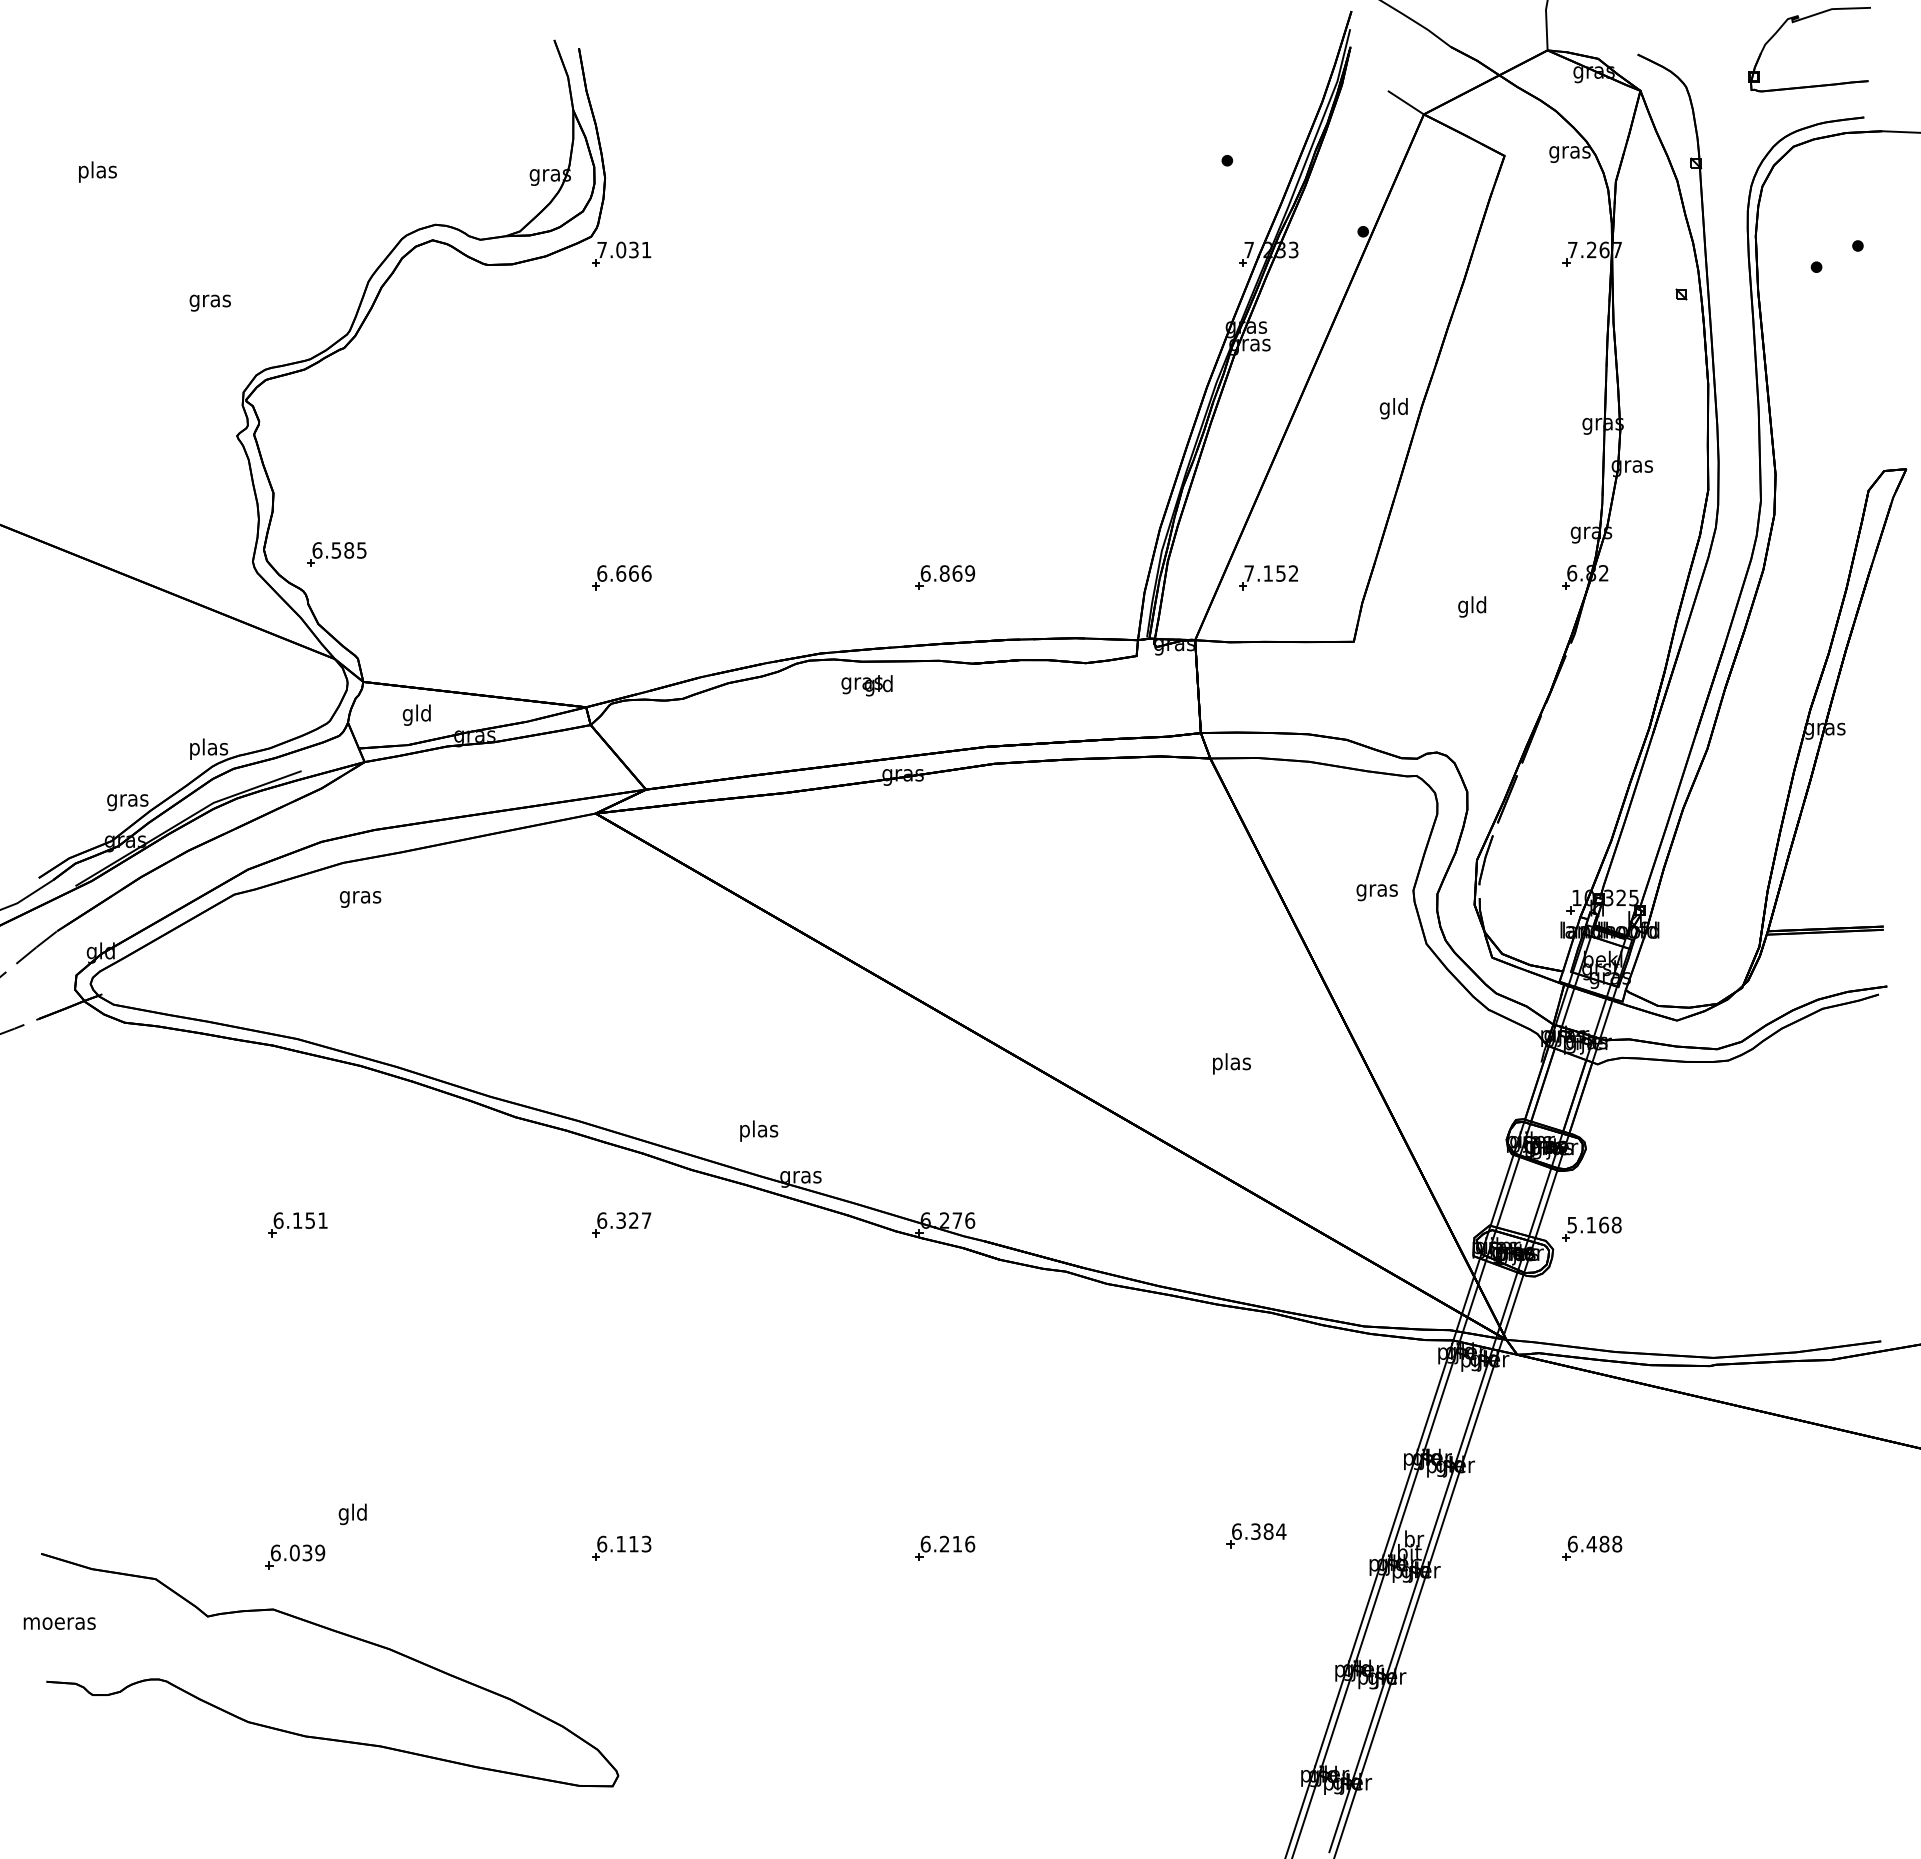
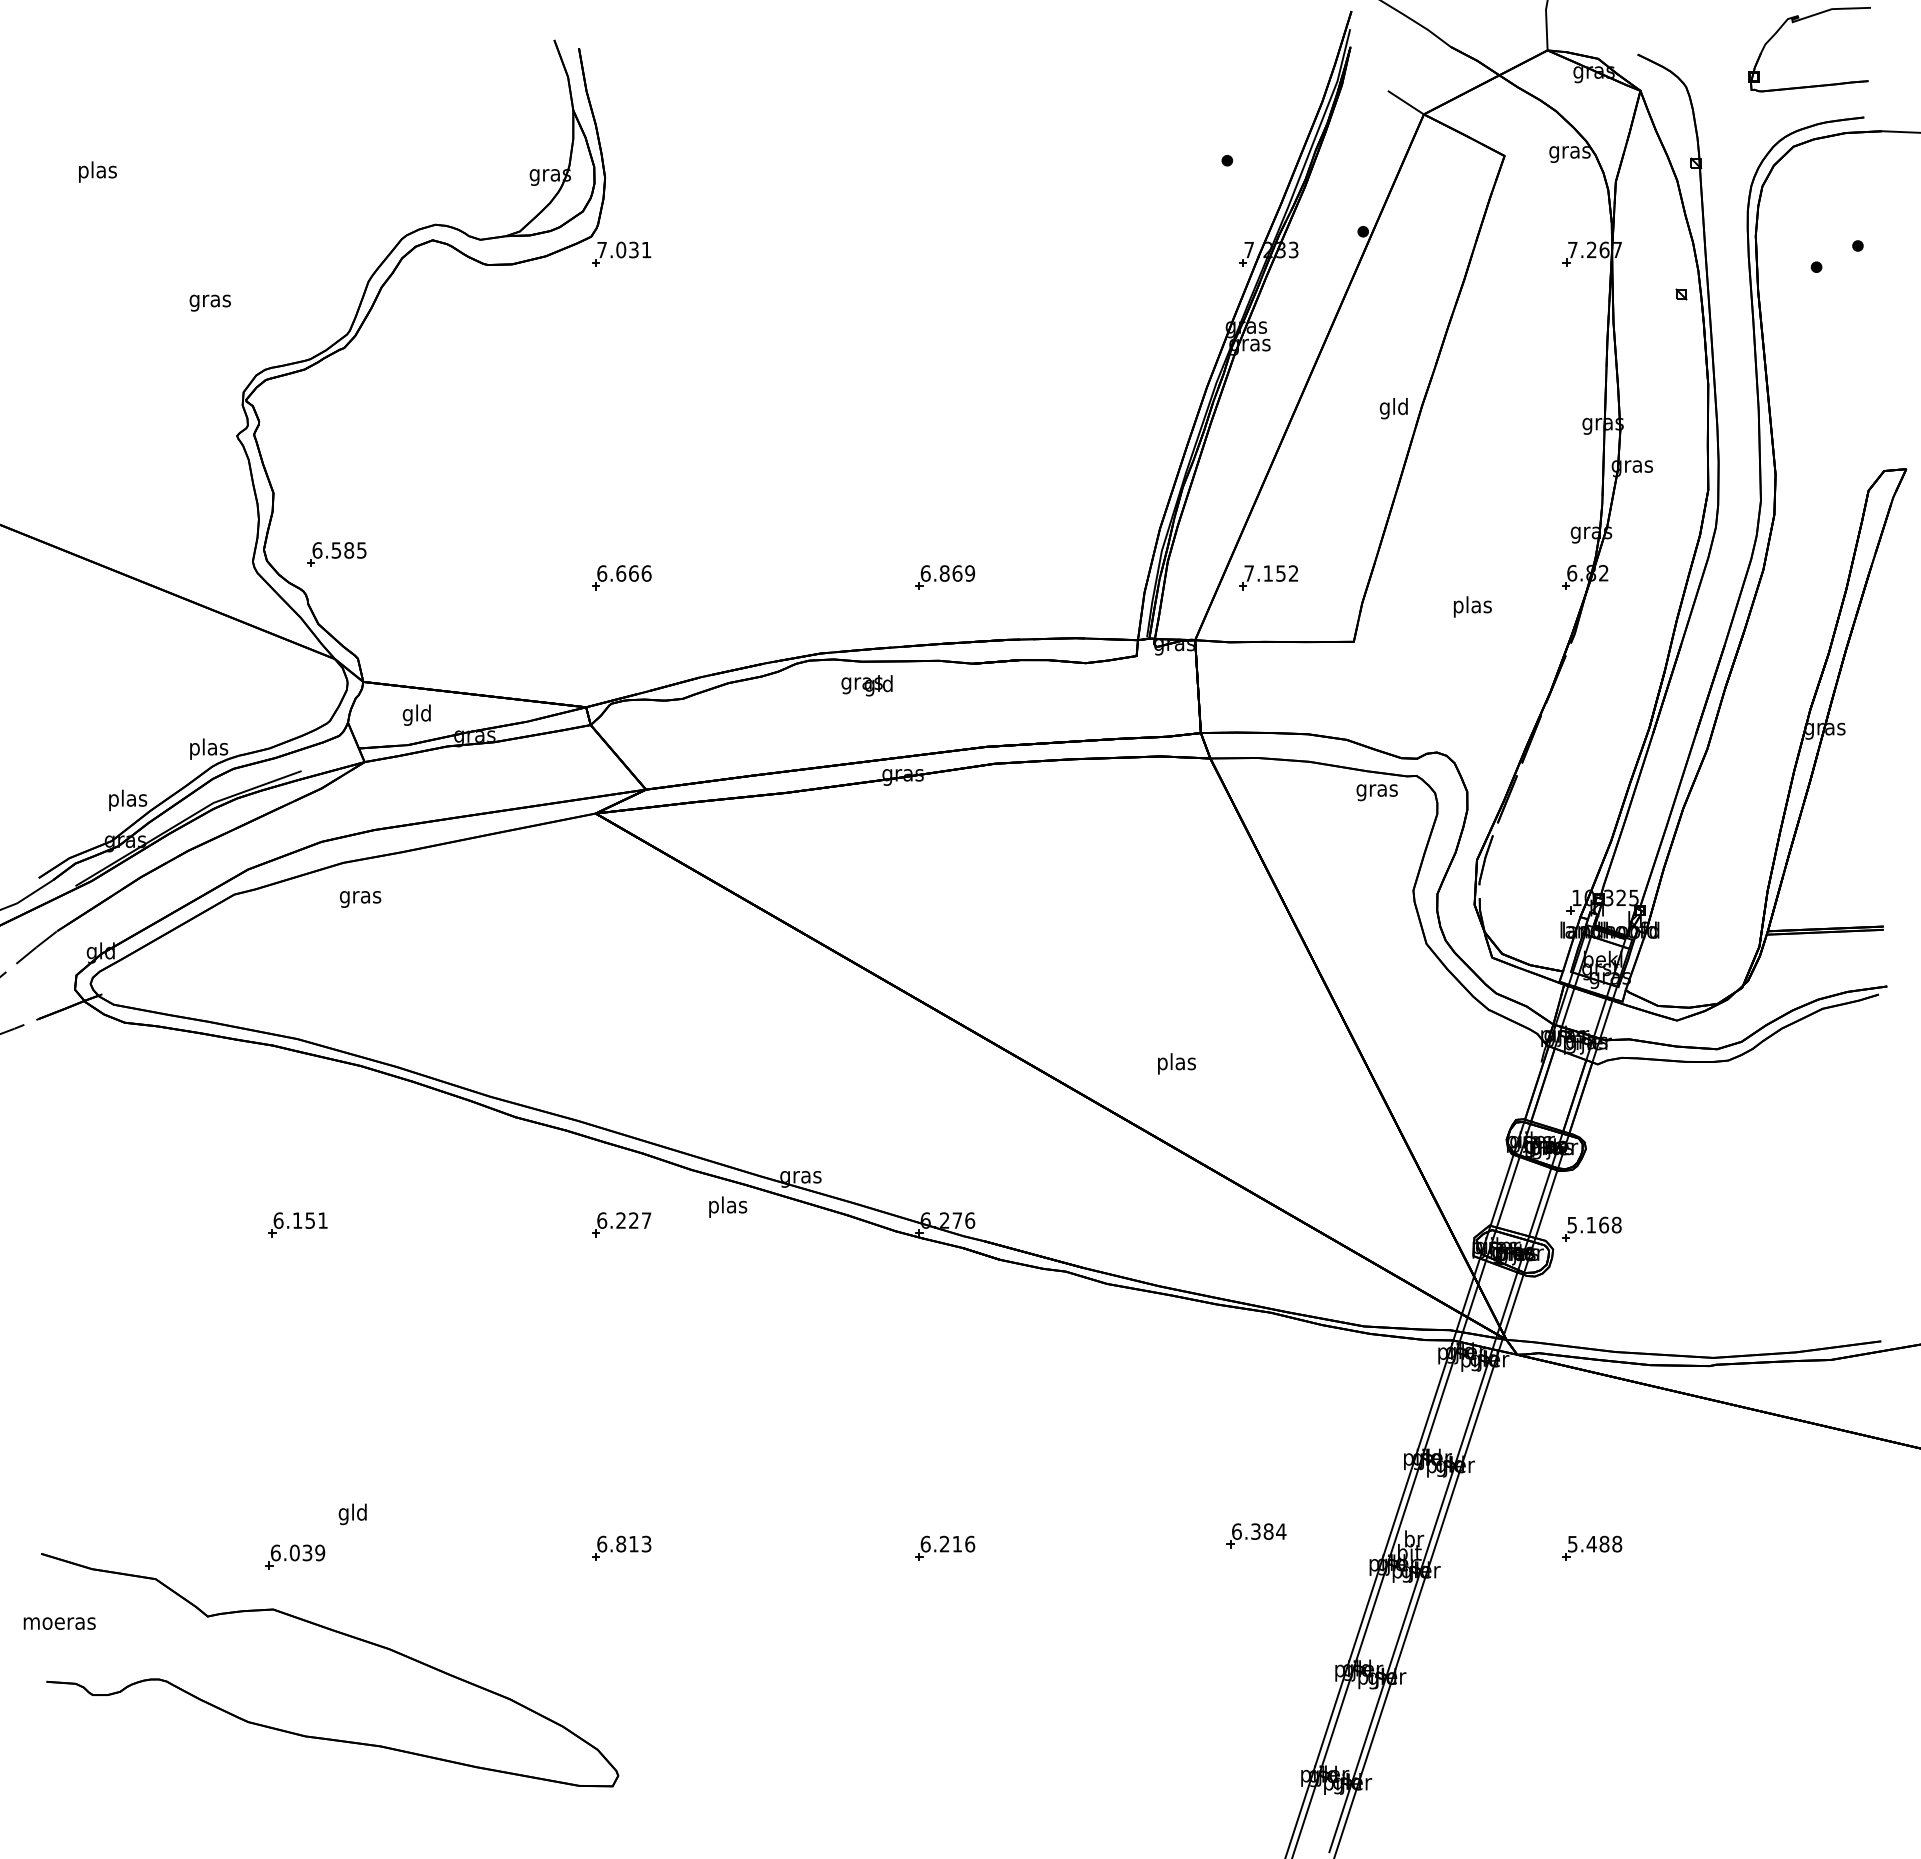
text at (1472, 606): gld -> plas
text at (127, 800): gras -> plas
text at (1376, 892) position: (1376, 892) -> (1376, 792)
text at (1231, 1063) position: (1231, 1063) -> (1176, 1063)
text at (759, 1130) position: (759, 1130) -> (728, 1206)
text at (620, 1220): 6.327 -> 6.227
text at (621, 1543): 6.113 -> 6.813
text at (1572, 1543): 6.488 -> 5.488
